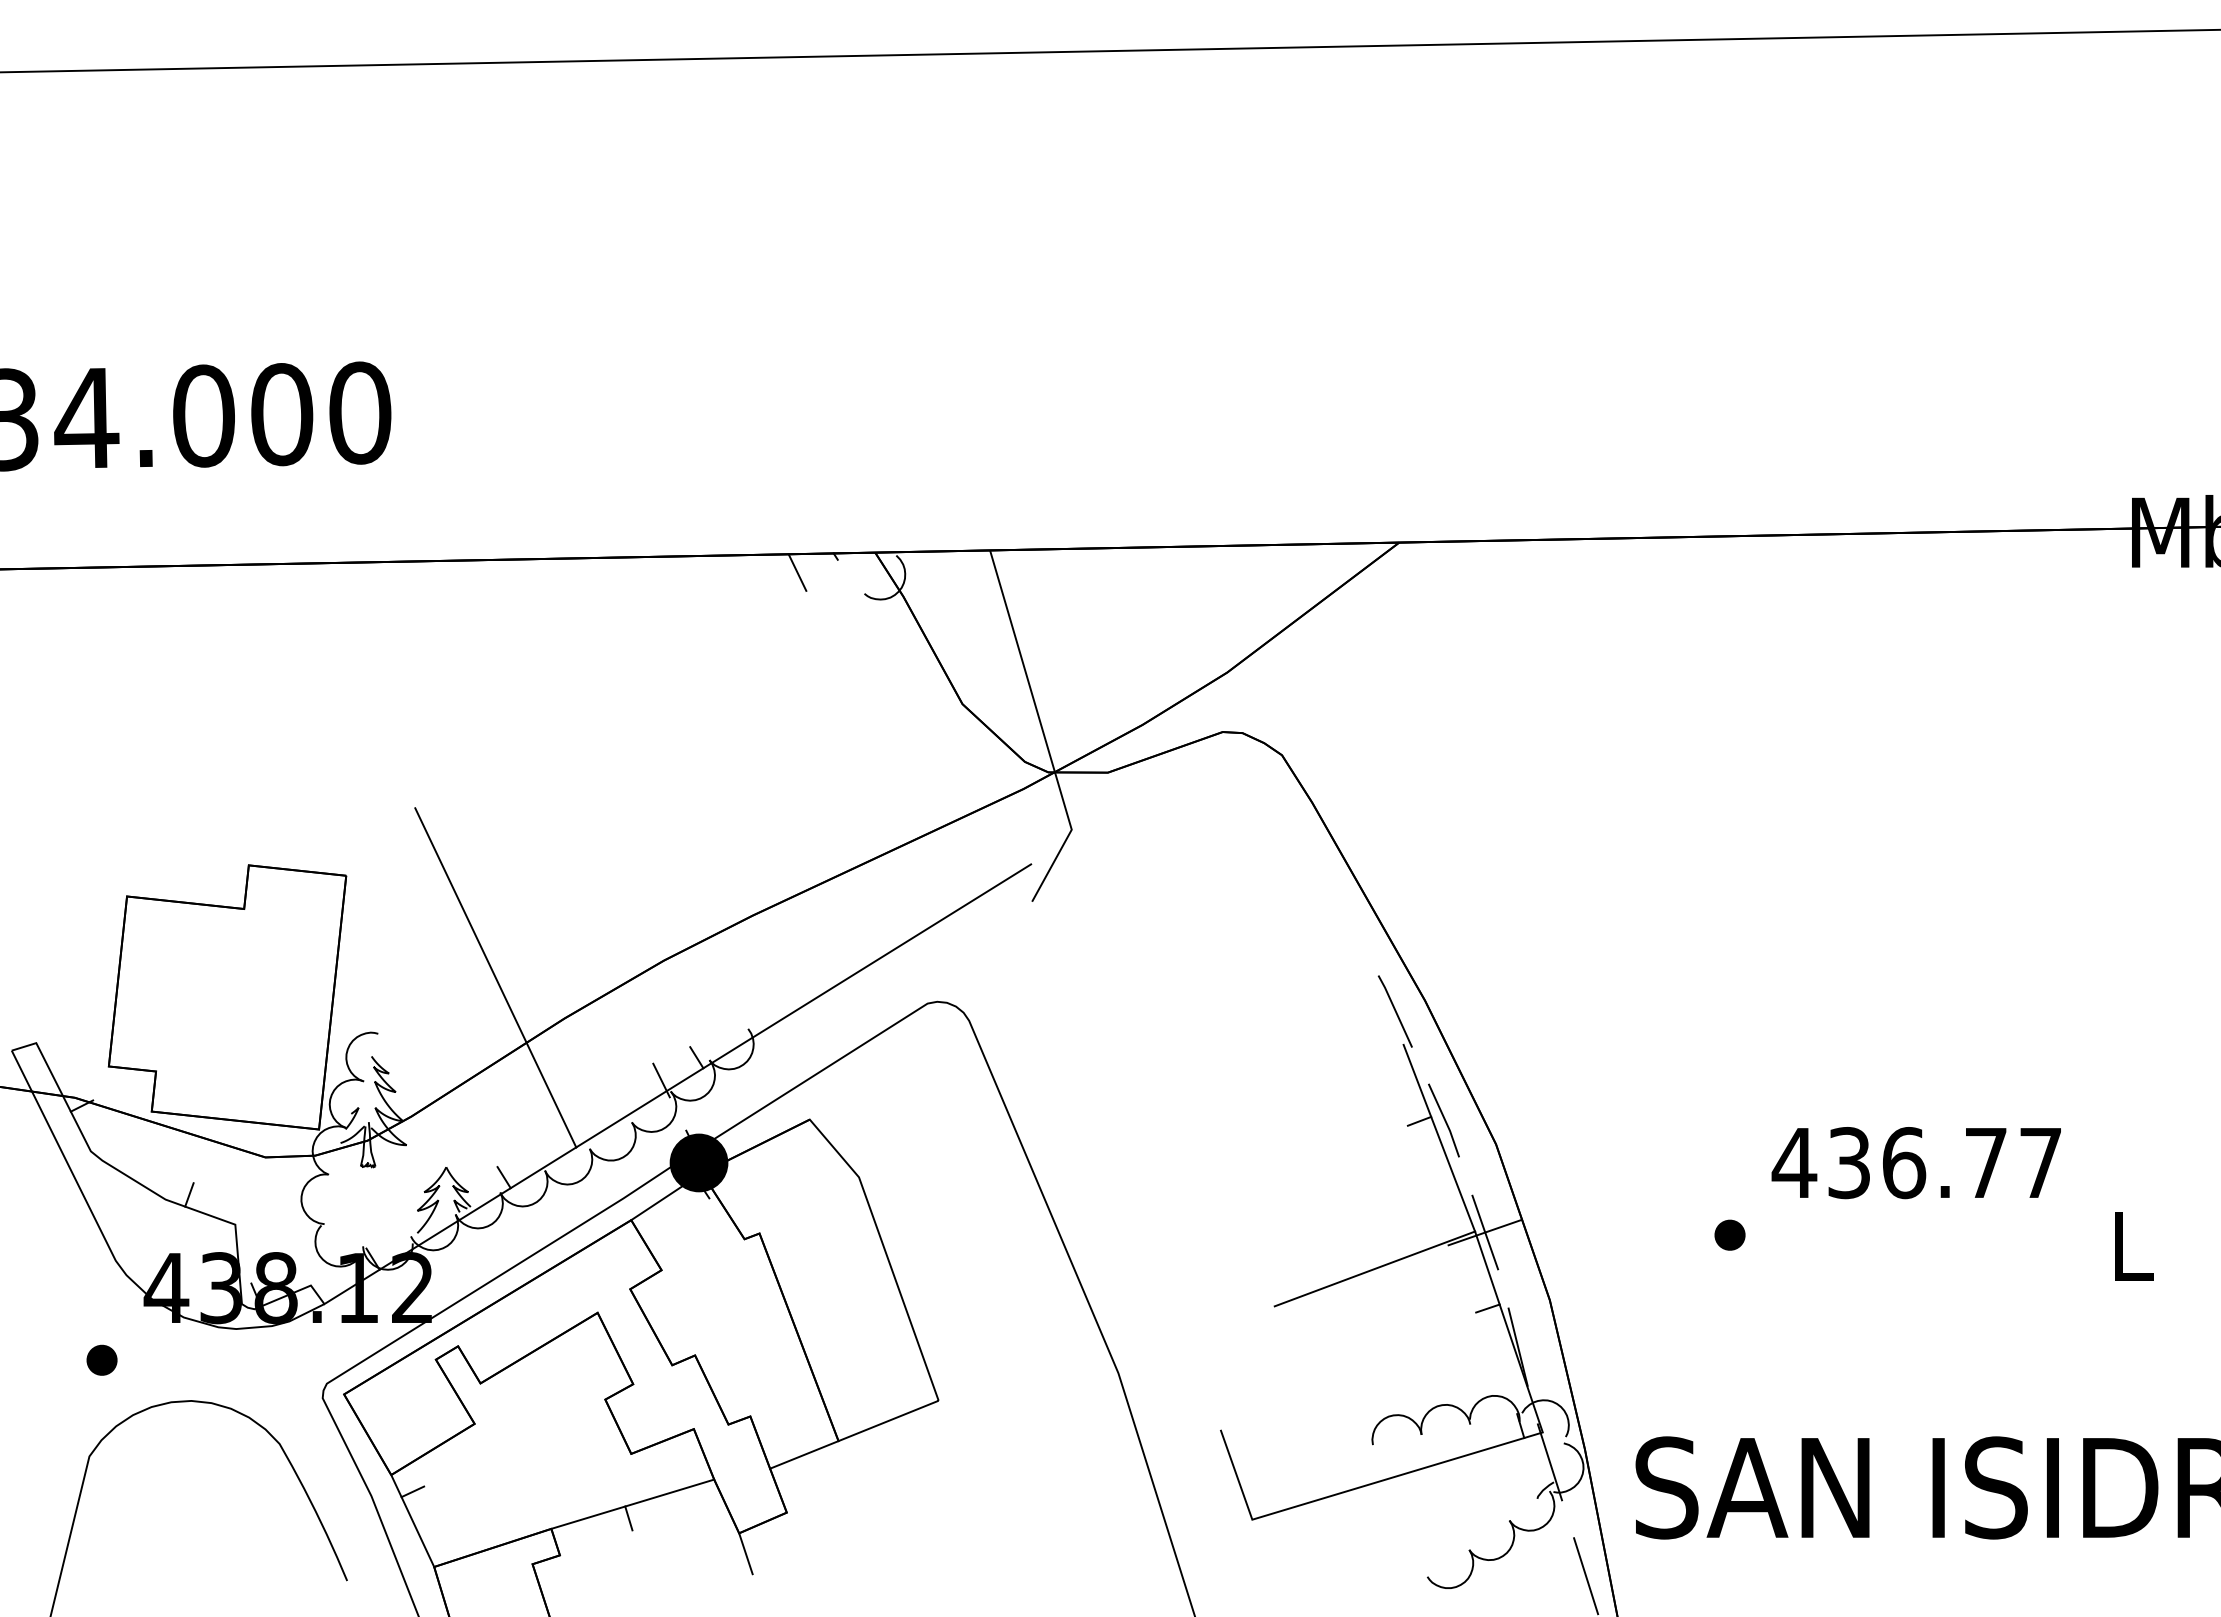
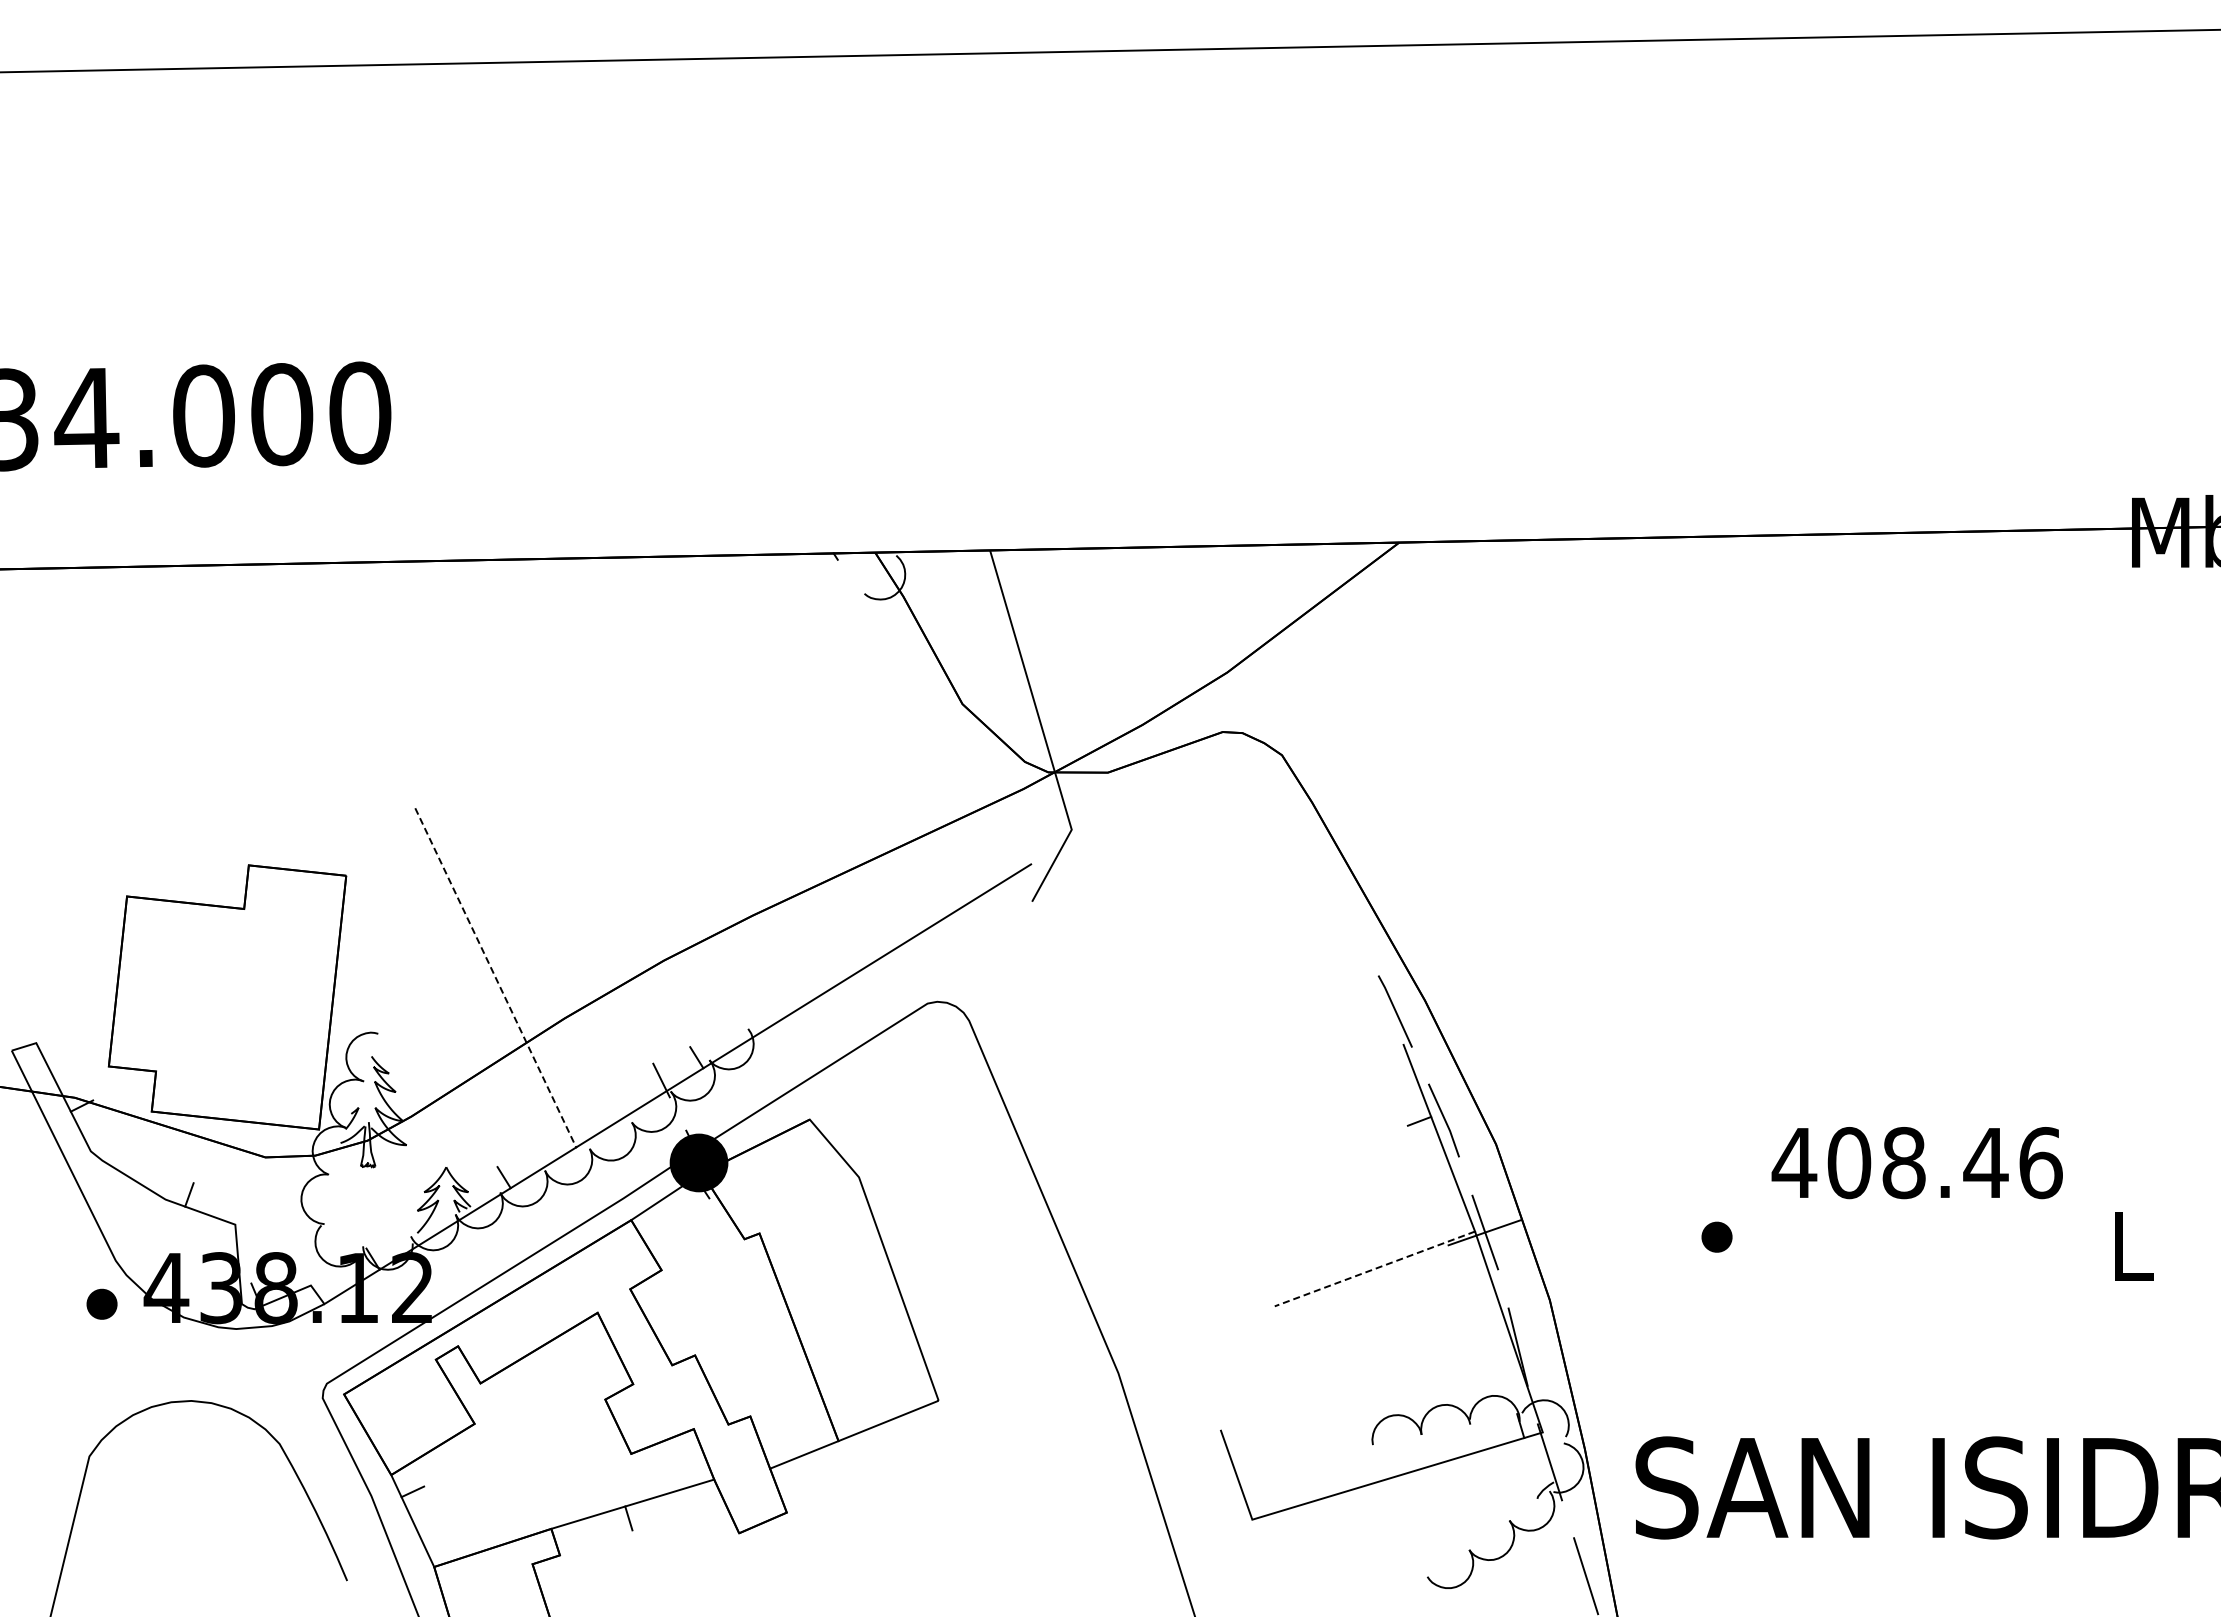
line at (797, 572): present -> none
line at (495, 977): solid -> dashed
text at (1944, 1163): 436.77 -> 408.46
part at (1729, 1234) position: (1729, 1234) -> (1716, 1236)
line at (1374, 1268): solid -> dashed
line at (1487, 1308): present -> none
part at (101, 1359) position: (101, 1359) -> (101, 1303)
line at (745, 1553): present -> none
